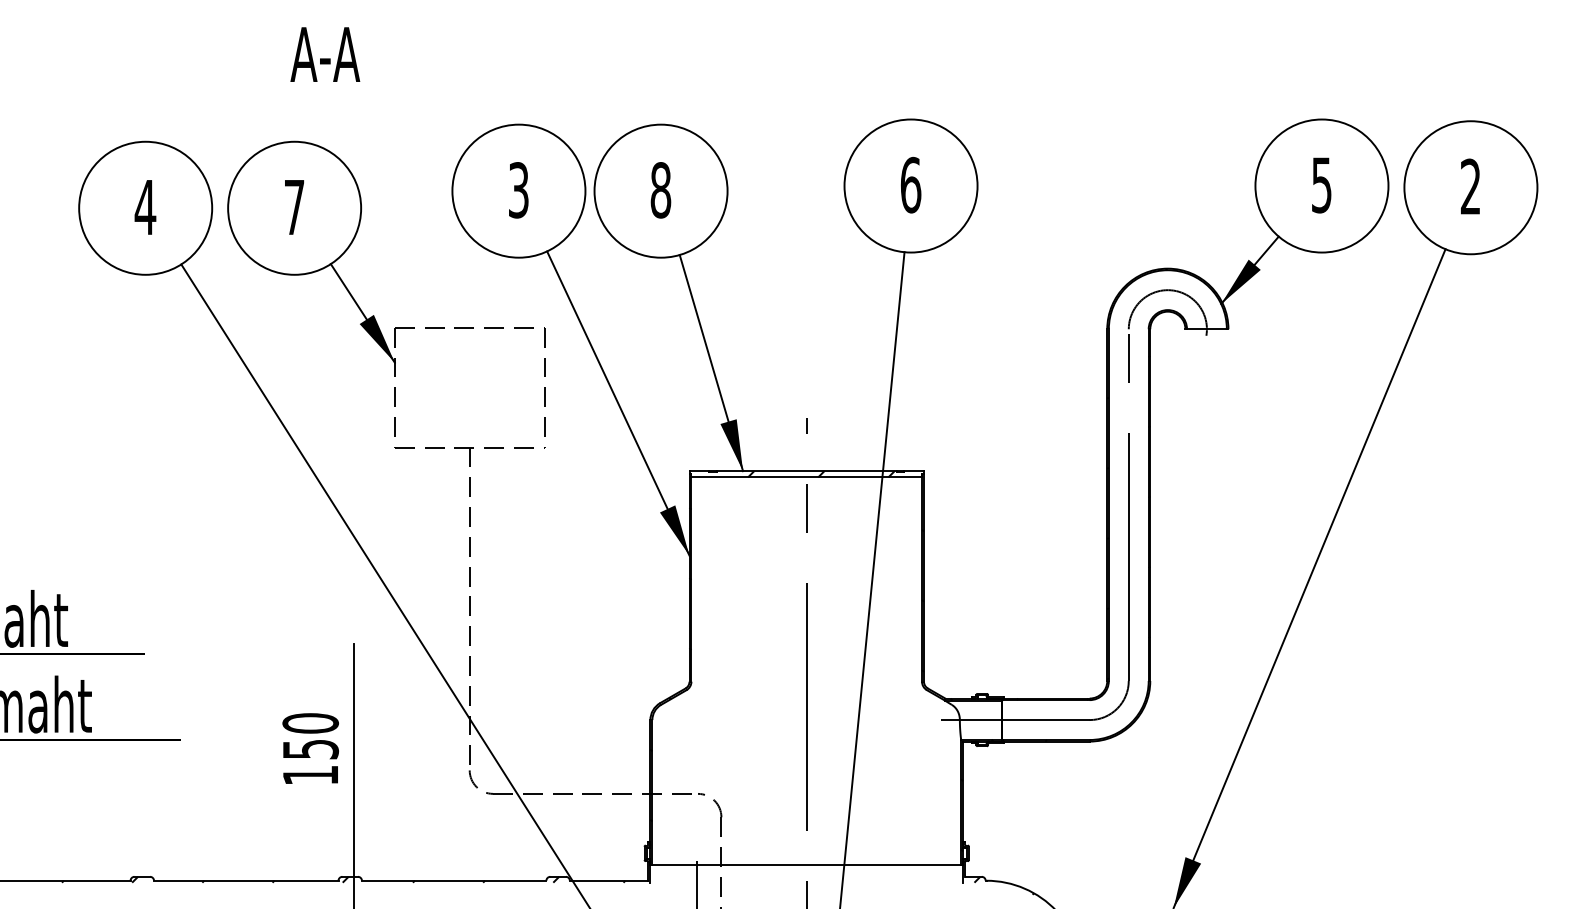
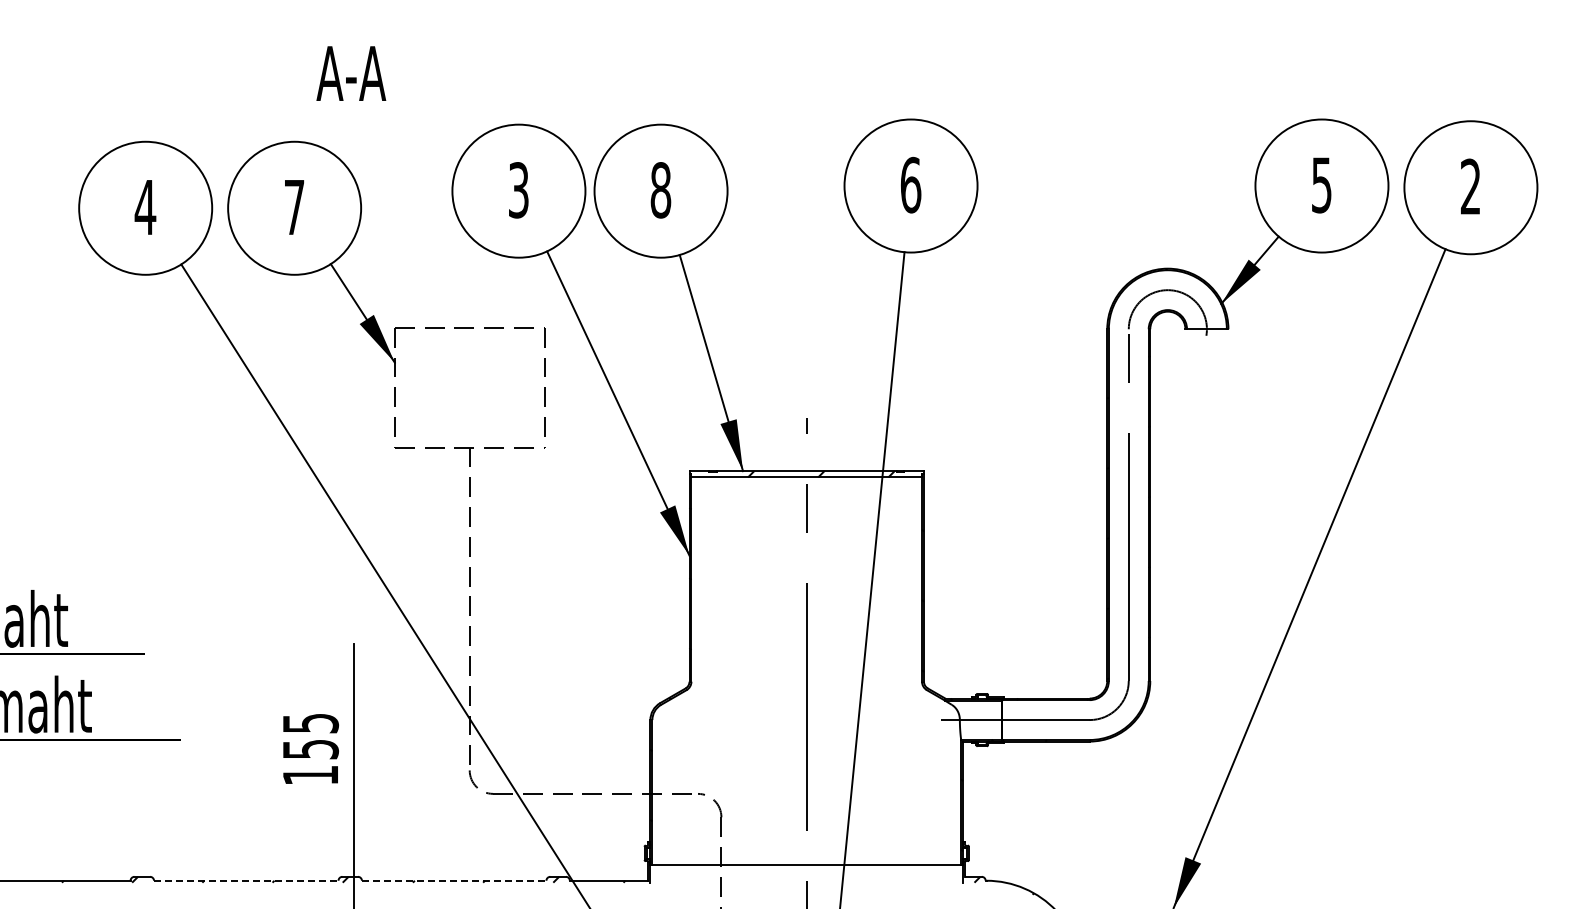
text at (325, 54) position: (325, 54) -> (351, 73)
text at (310, 723): 150 -> 155
line at (246, 880): solid -> dashed
line at (454, 880): solid -> dashed
line at (697, 883): present -> none
